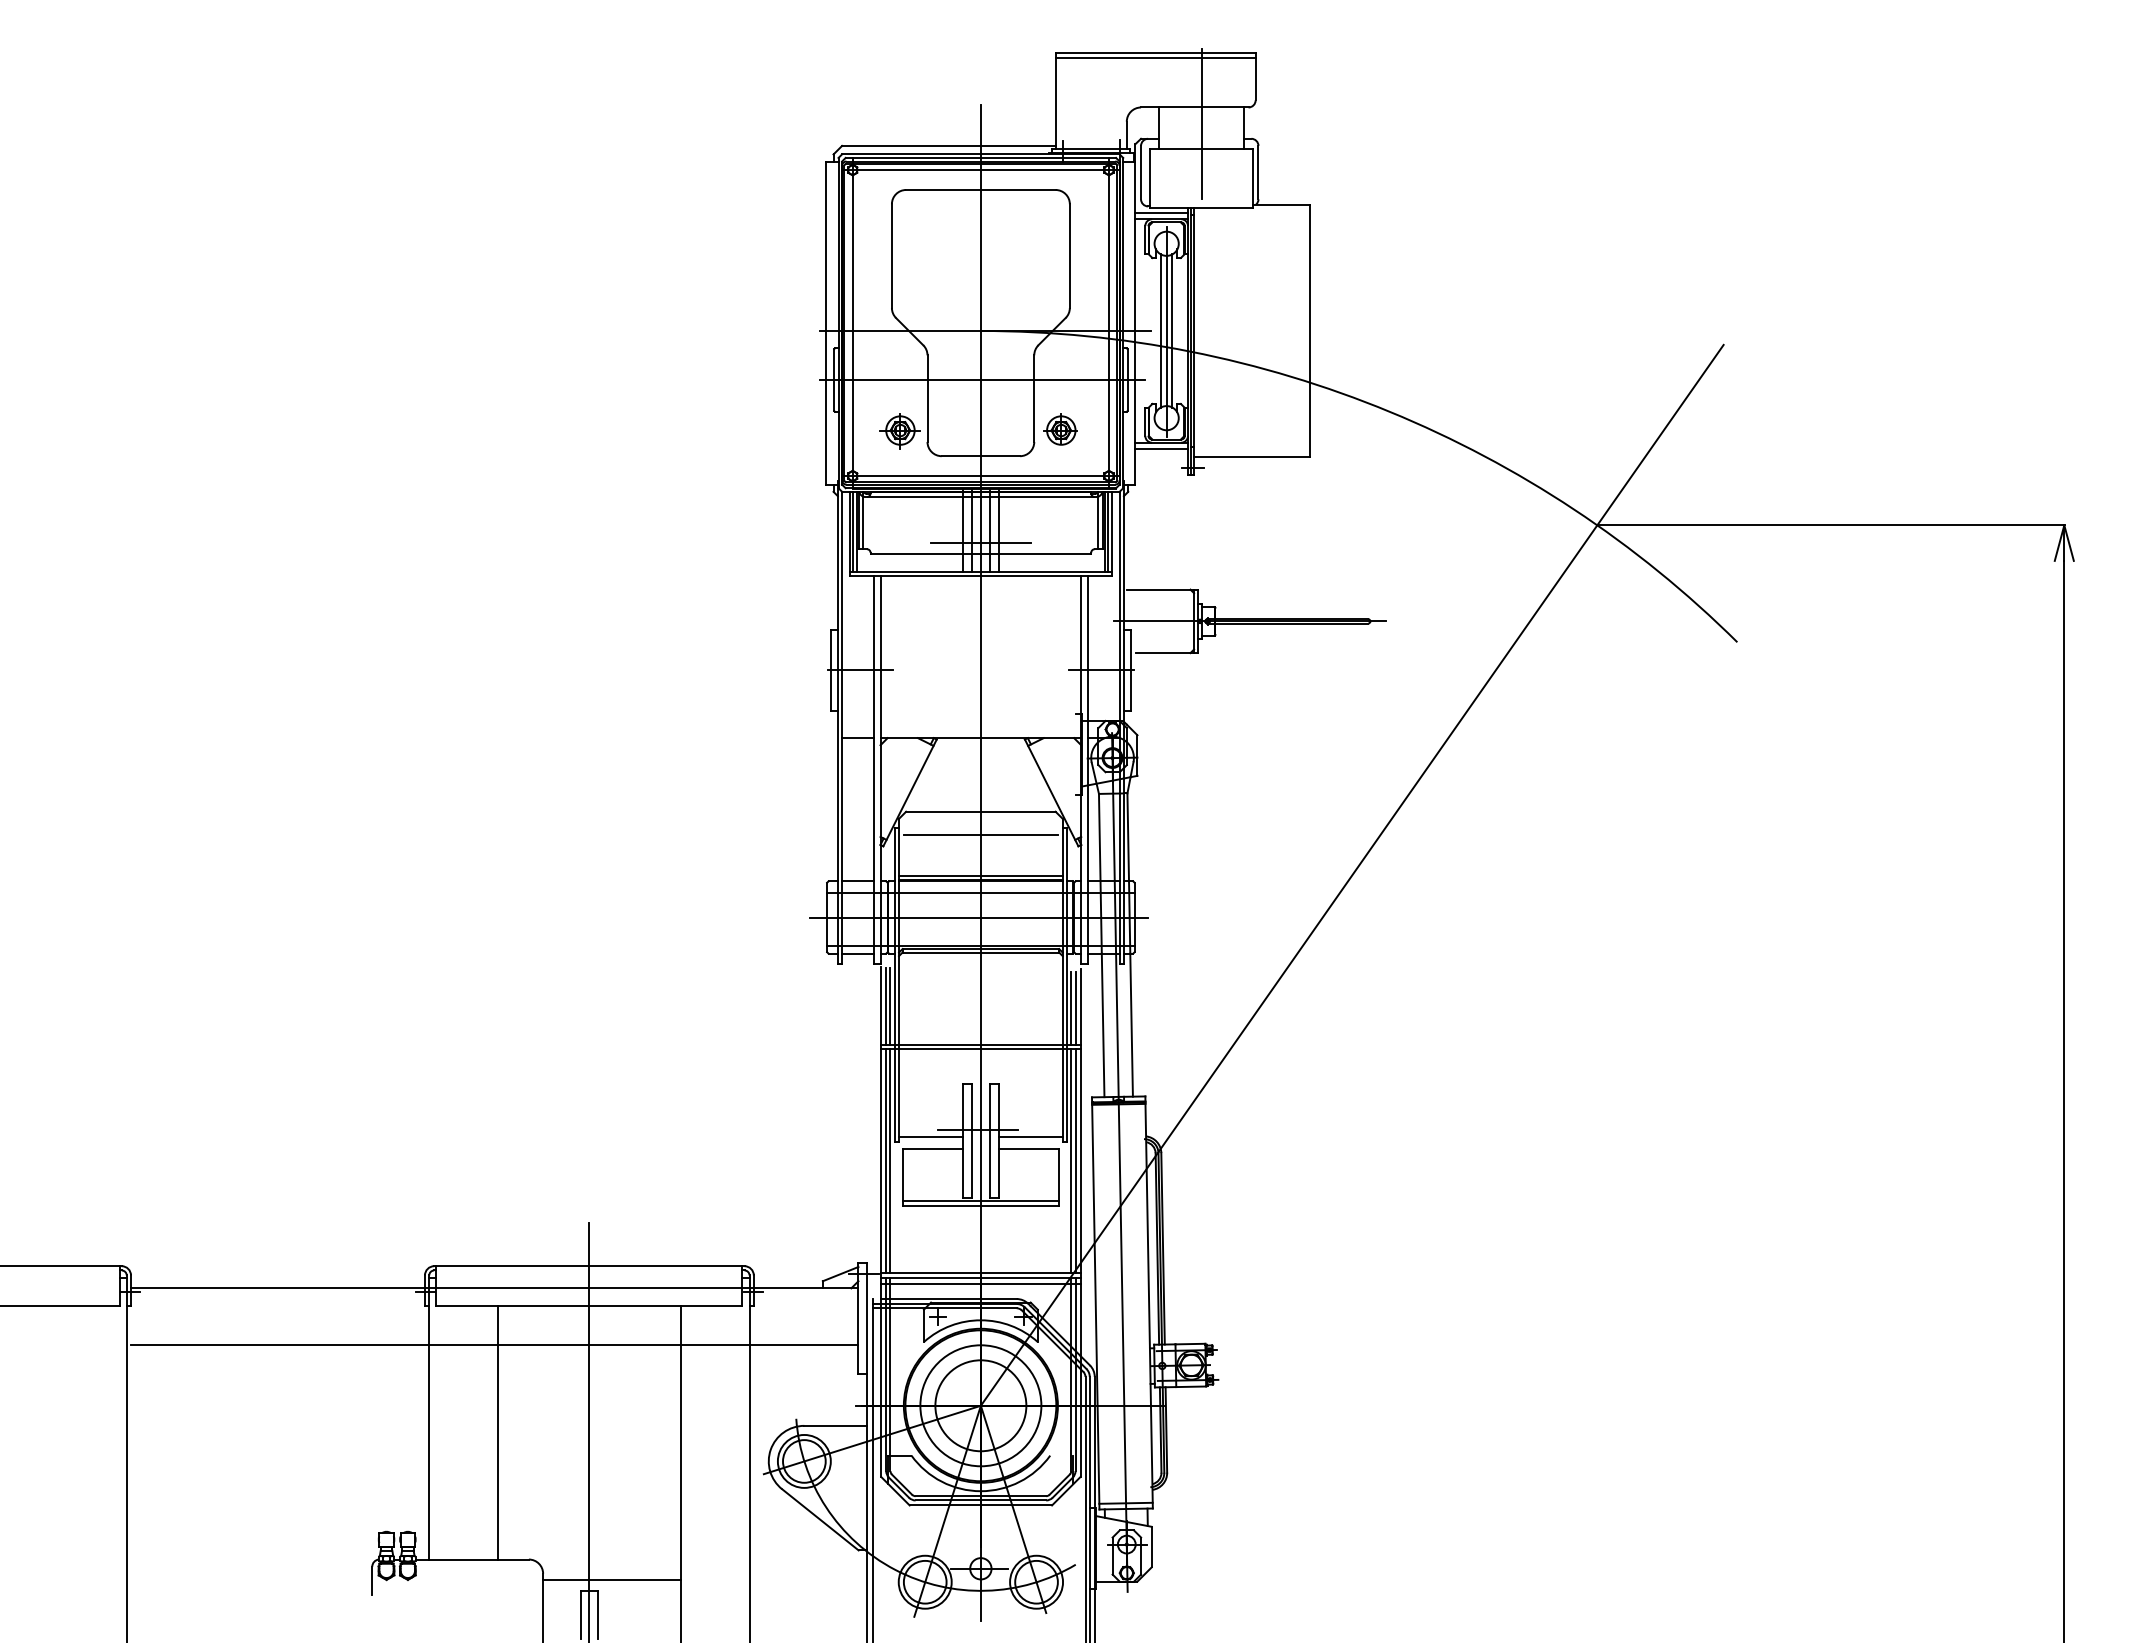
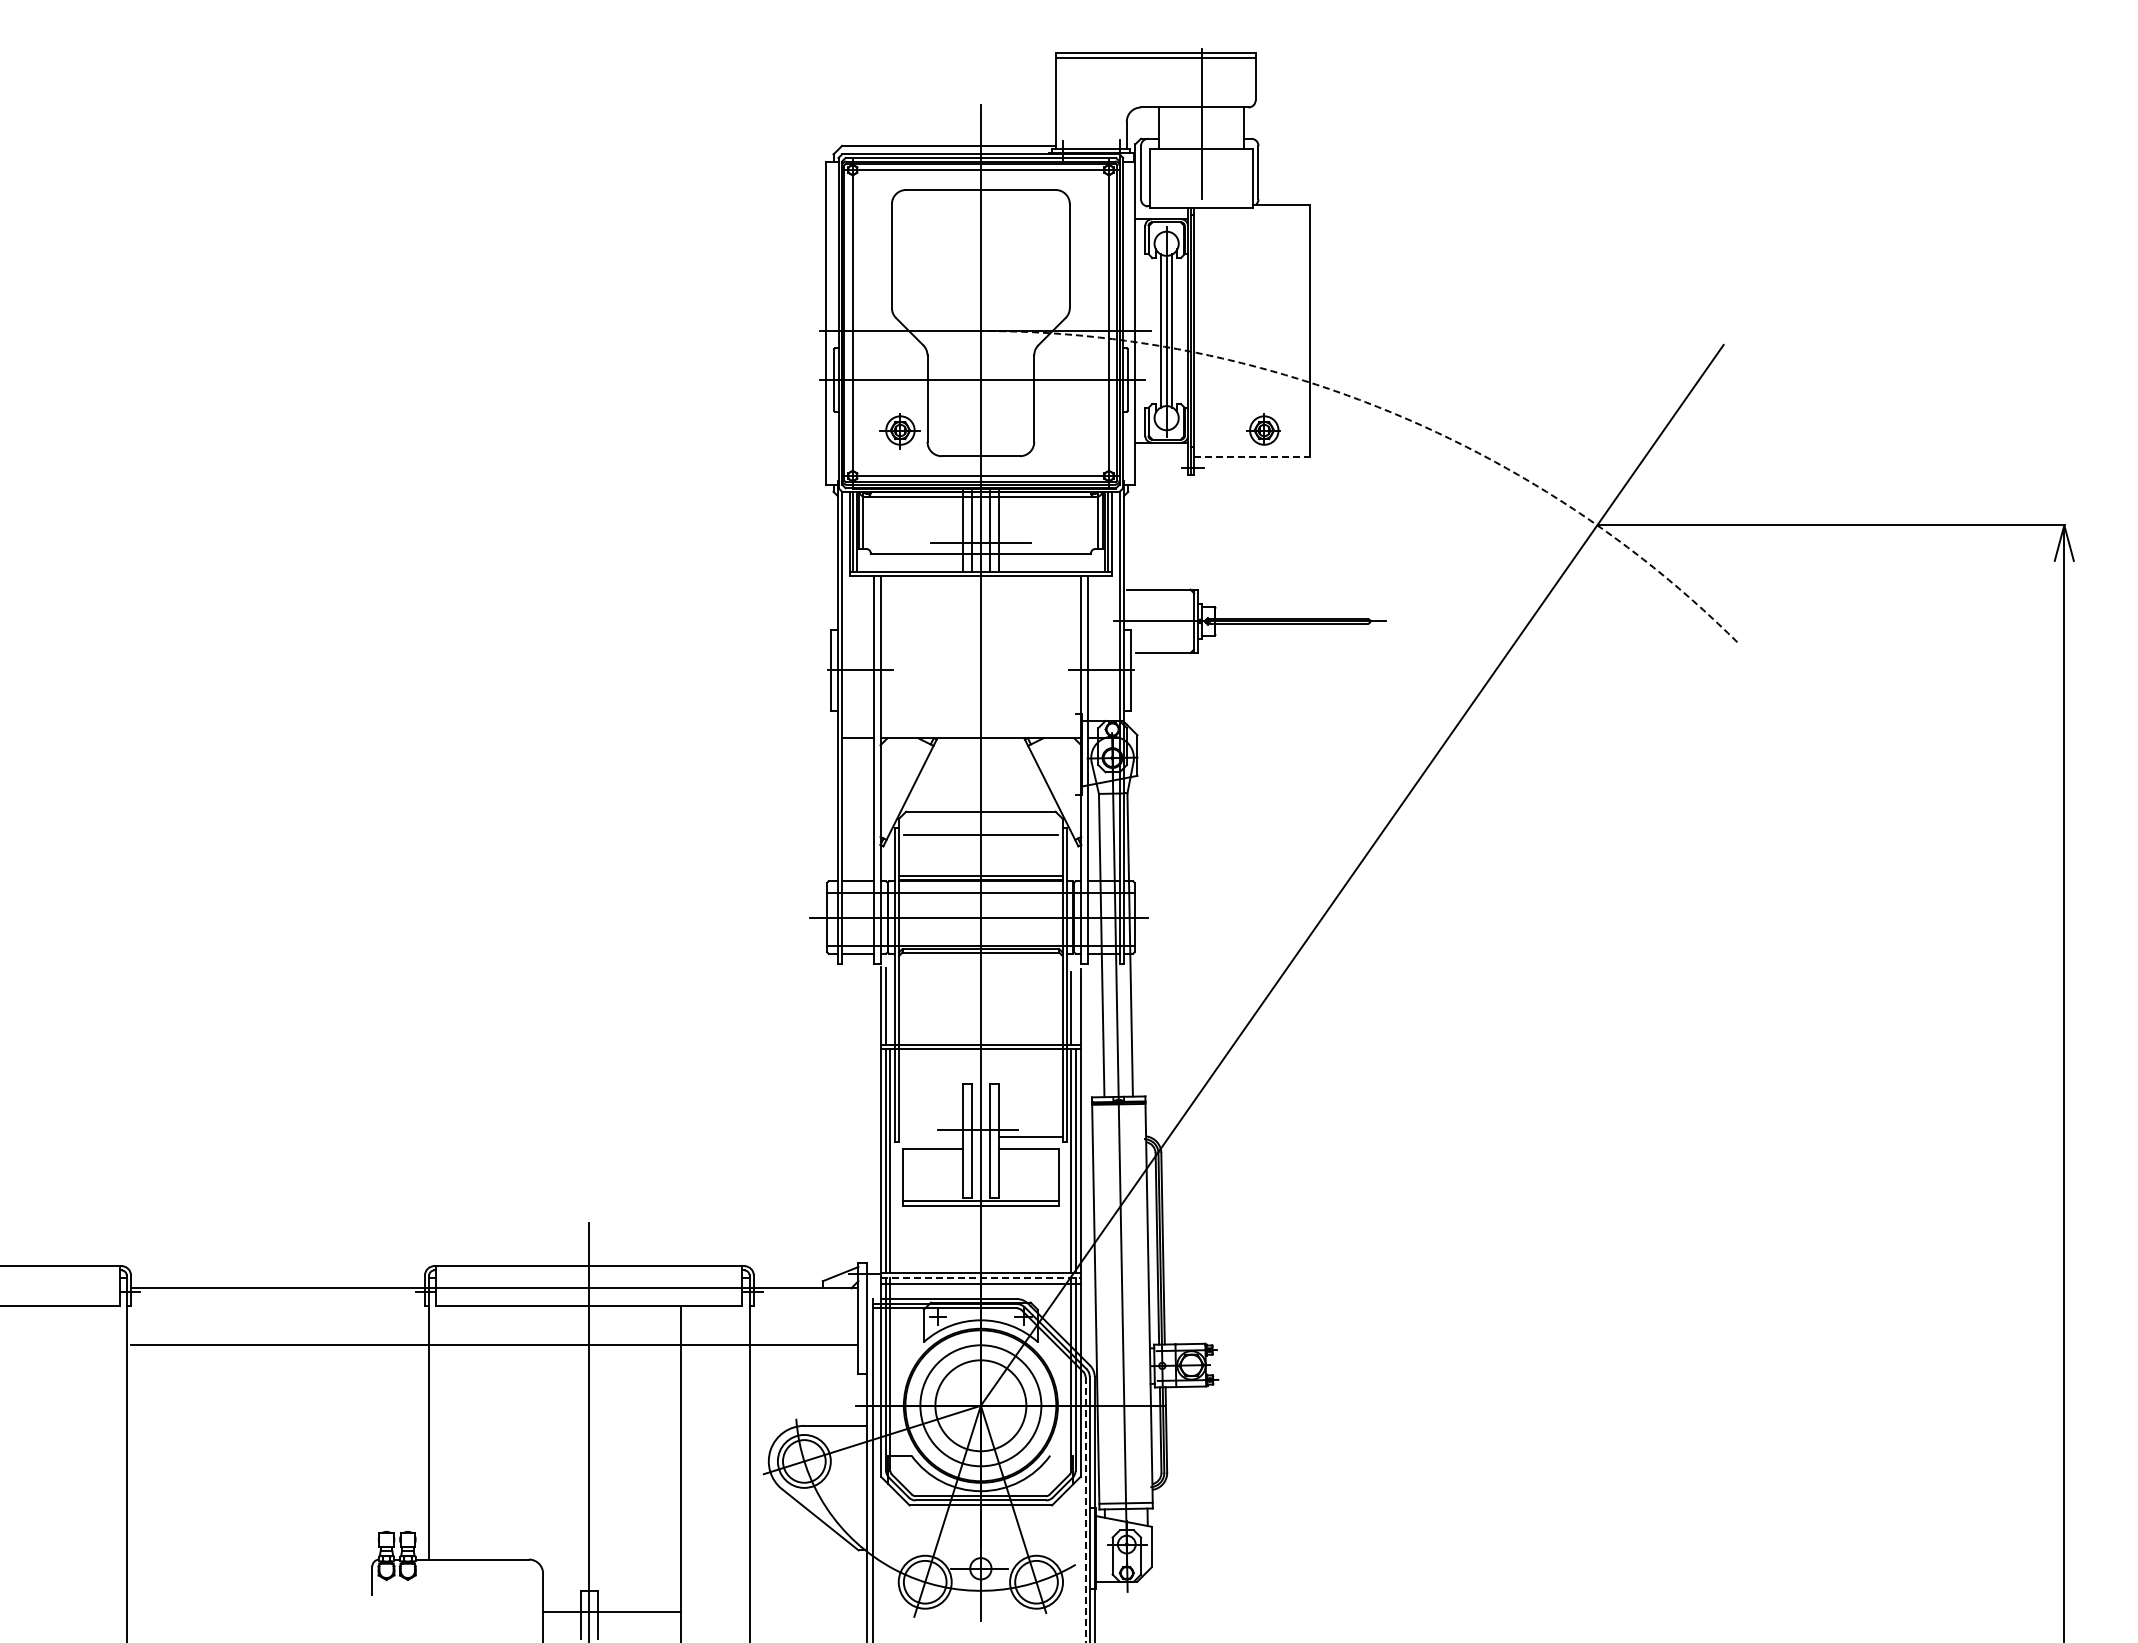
line at (1161, 212): present -> none
arc at (1389, 411): solid -> dashed
part at (1060, 429) position: (1060, 429) -> (1263, 429)
line at (1161, 449): present -> none
line at (1252, 457): solid -> dashed
line at (890, 1005): present -> none
line at (1075, 1008): present -> none
line at (931, 1136): present -> none
line at (980, 1277): solid -> dashed
line at (497, 1432): present -> none
line at (1085, 1509): solid -> dashed
line at (612, 1580) position: (612, 1580) -> (612, 1612)
